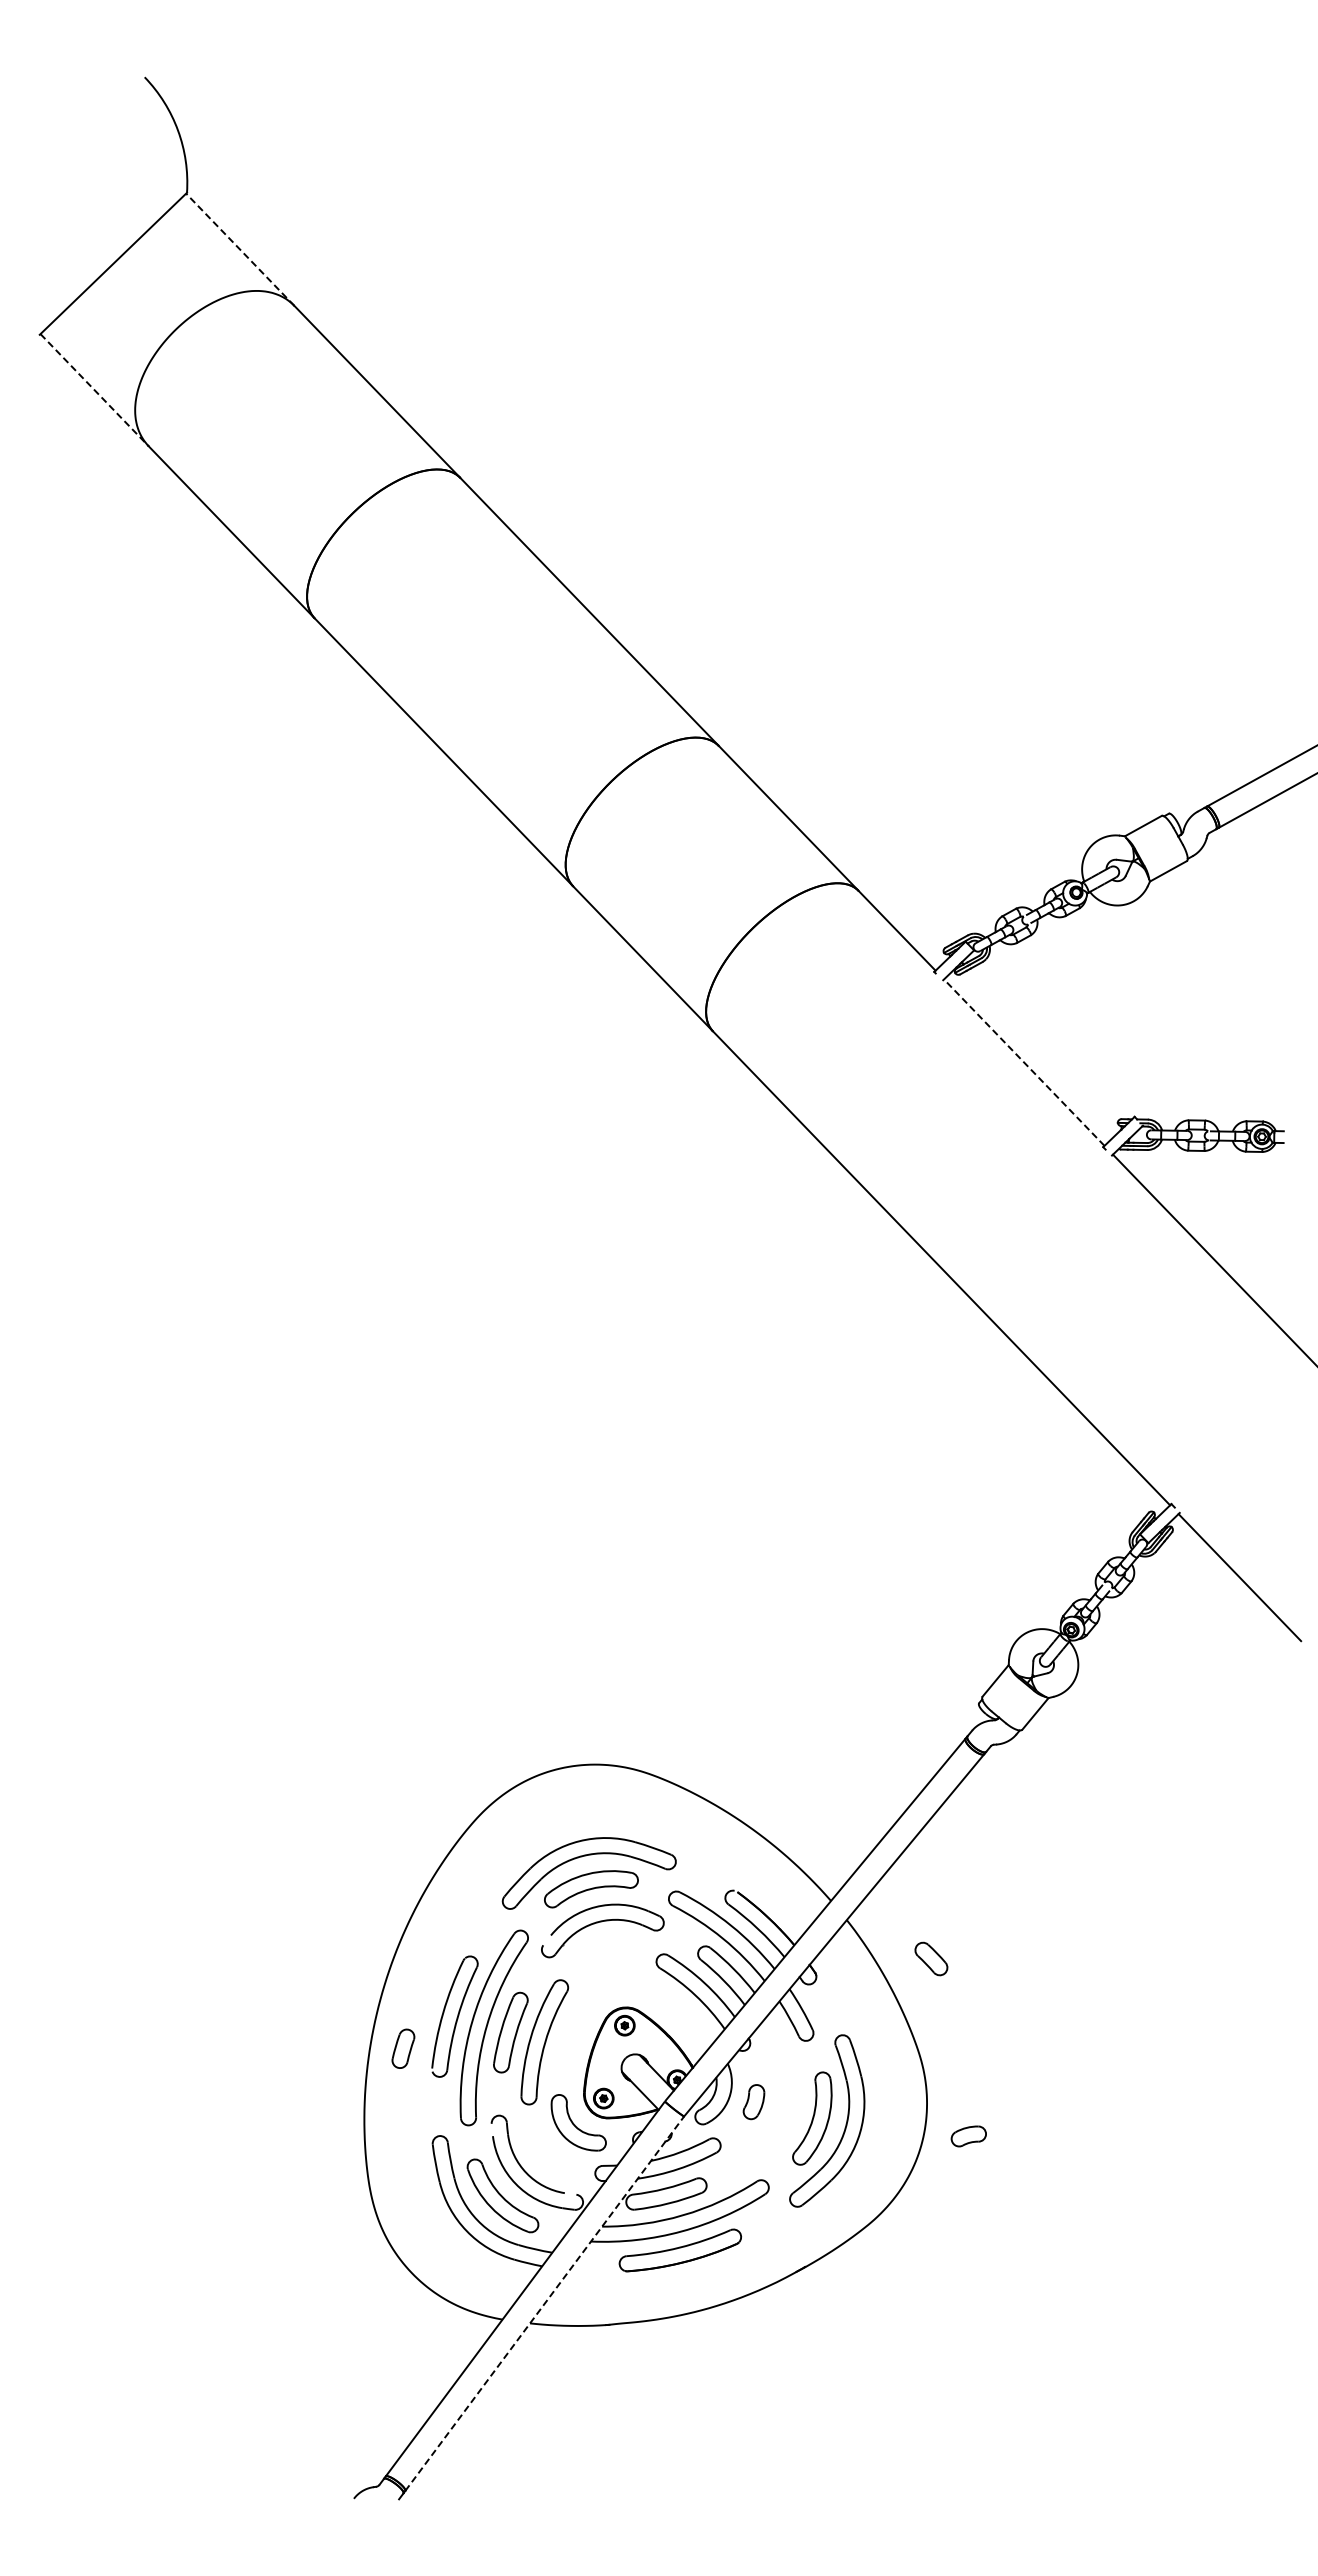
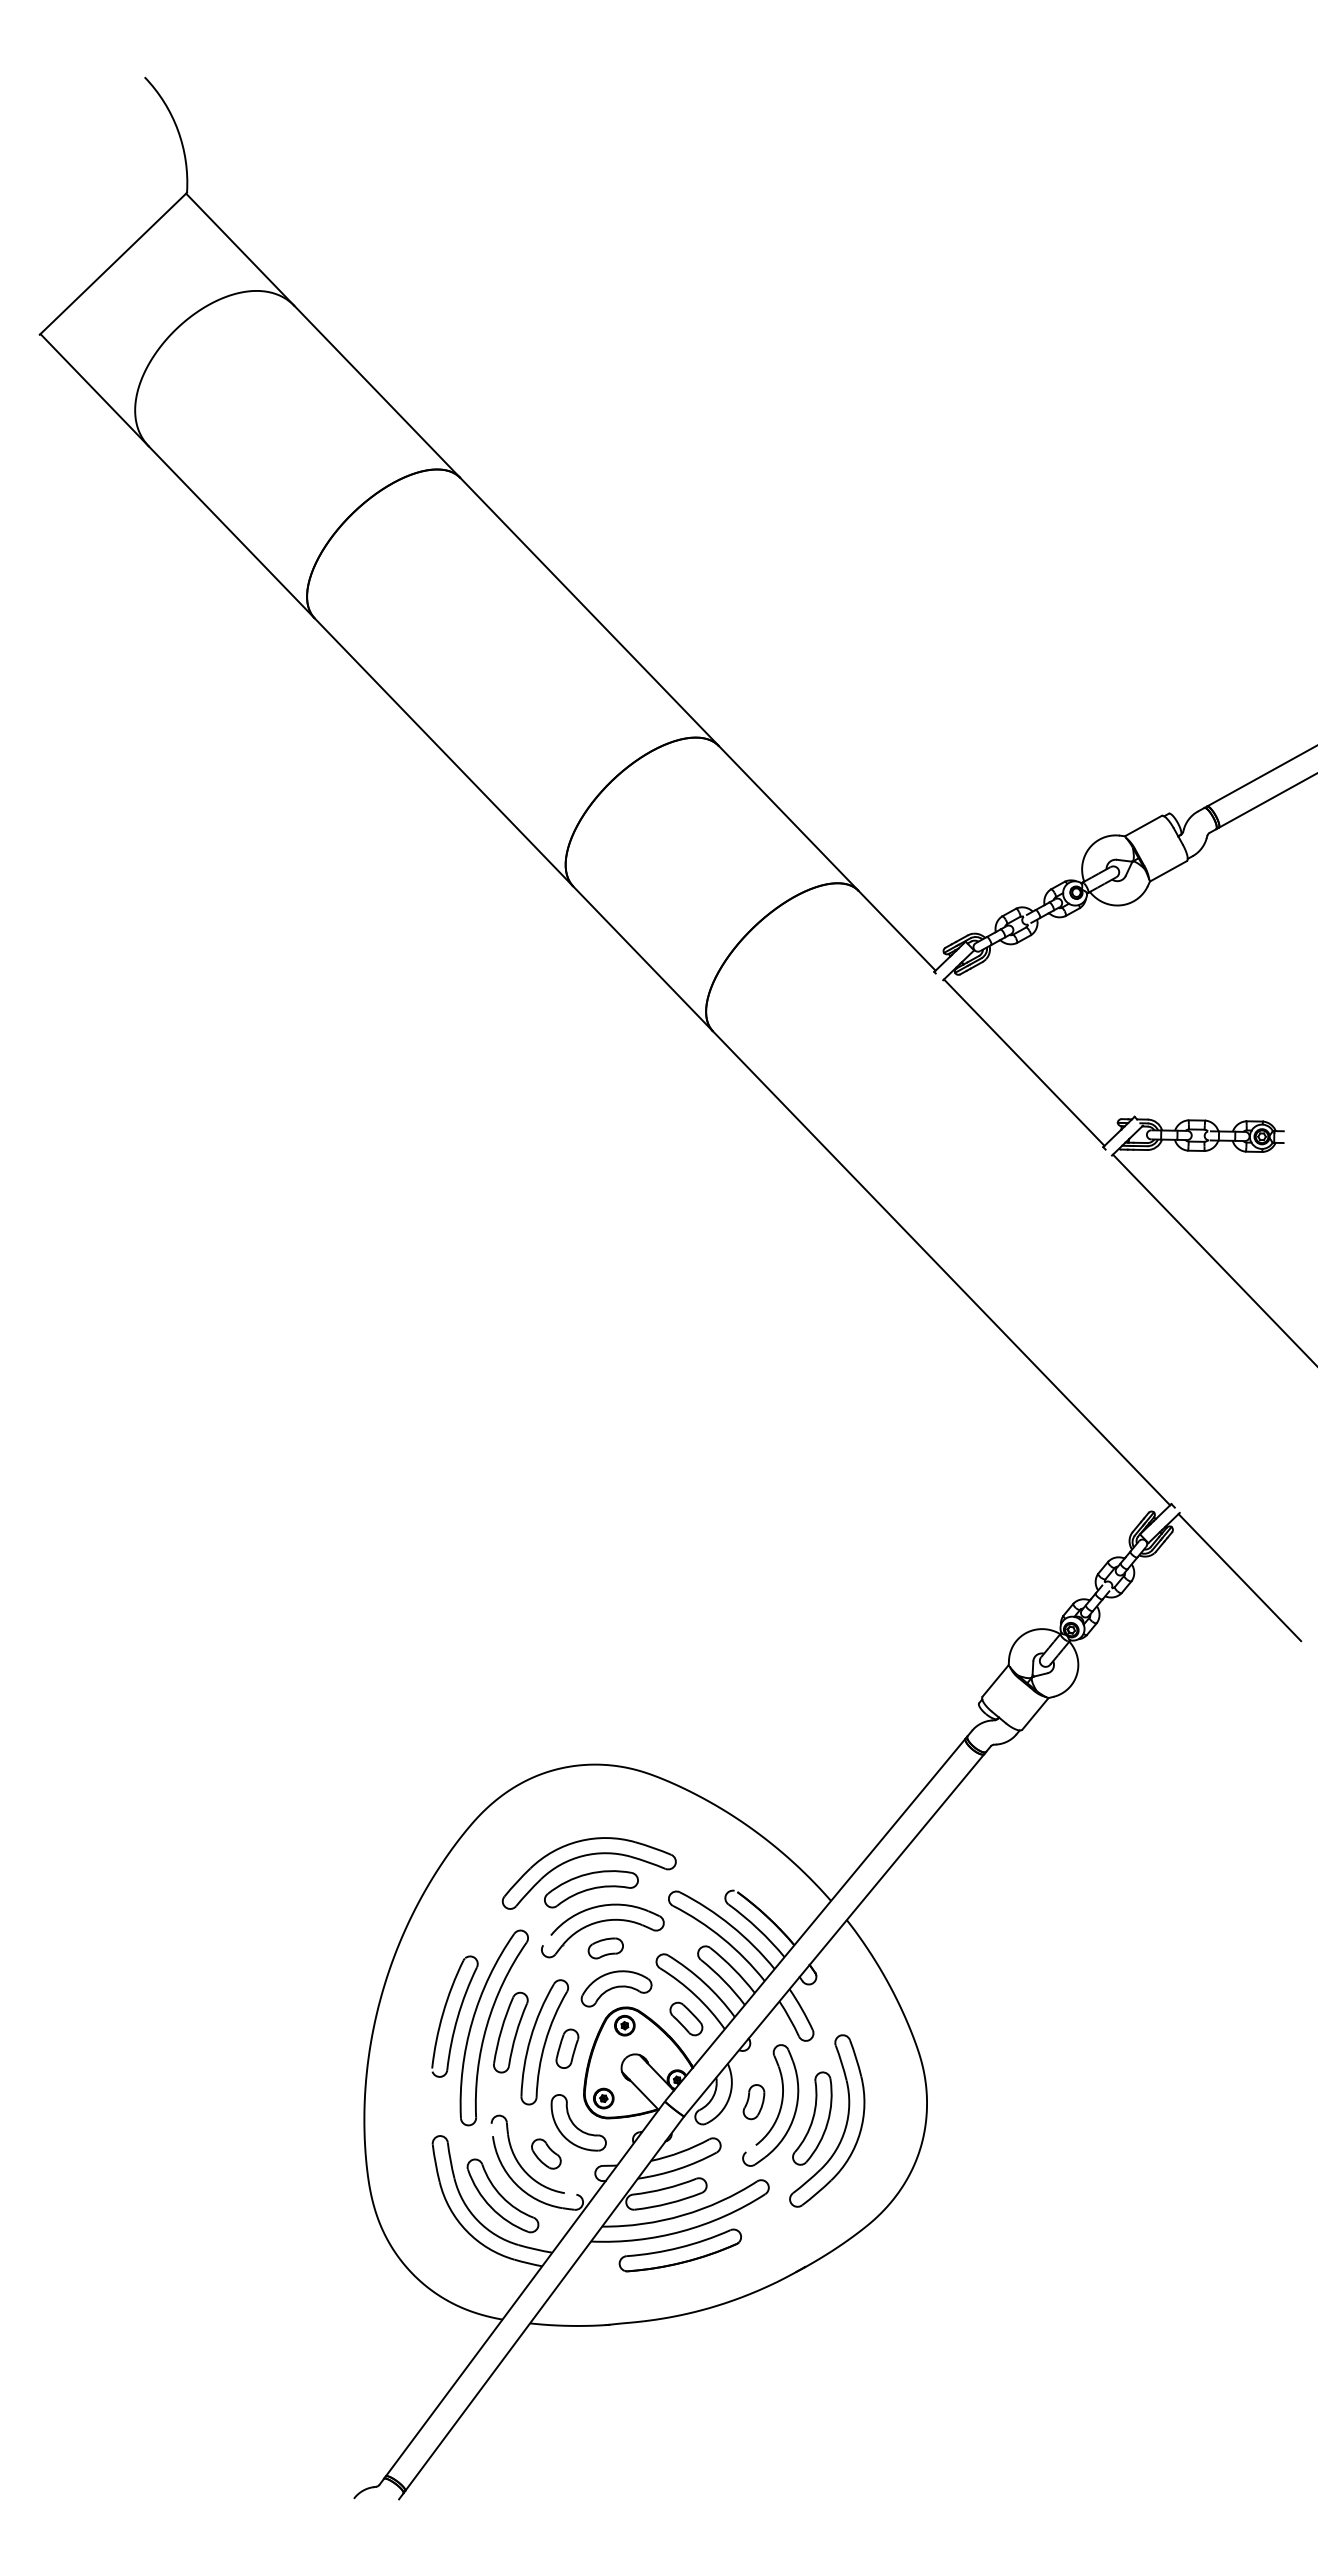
line at (240, 249): dashed -> solid
line at (94, 390): dashed -> solid
line at (1024, 1062): dashed -> solid
part at (931, 1958) position: (931, 1958) -> (686, 2018)
part at (616, 1988): none -> present
part at (403, 2048) position: (403, 2048) -> (567, 2048)
part at (779, 2108): none -> present
part at (968, 2136) position: (968, 2136) -> (605, 1948)
part at (546, 2153): none -> present
line at (544, 2303): dashed -> solid
